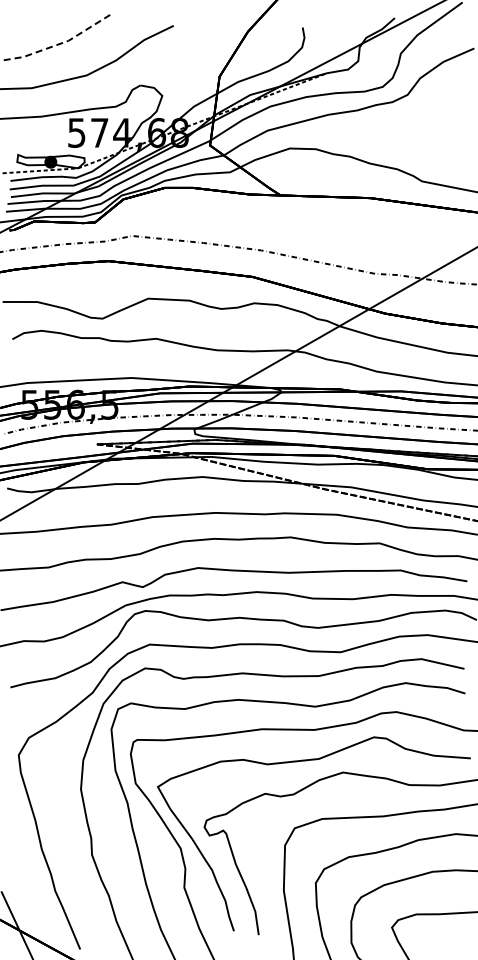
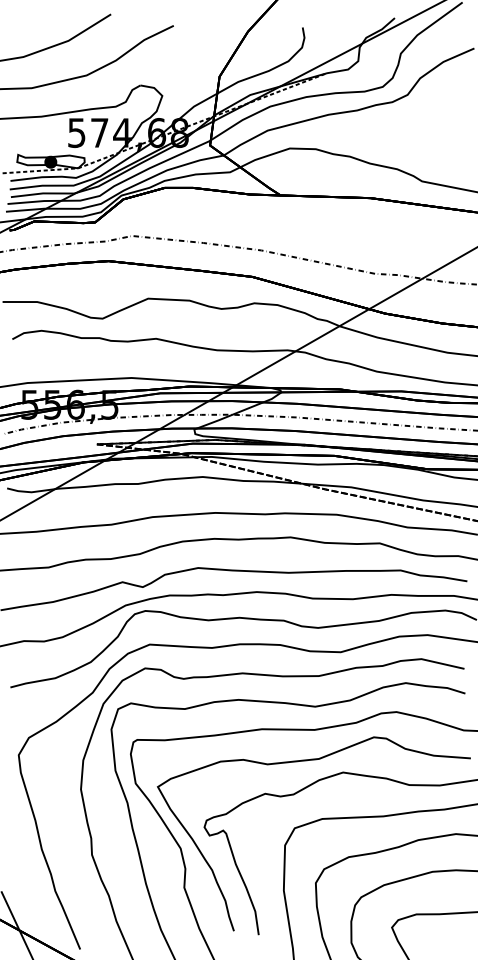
line at (59, 44): dashed -> solid
